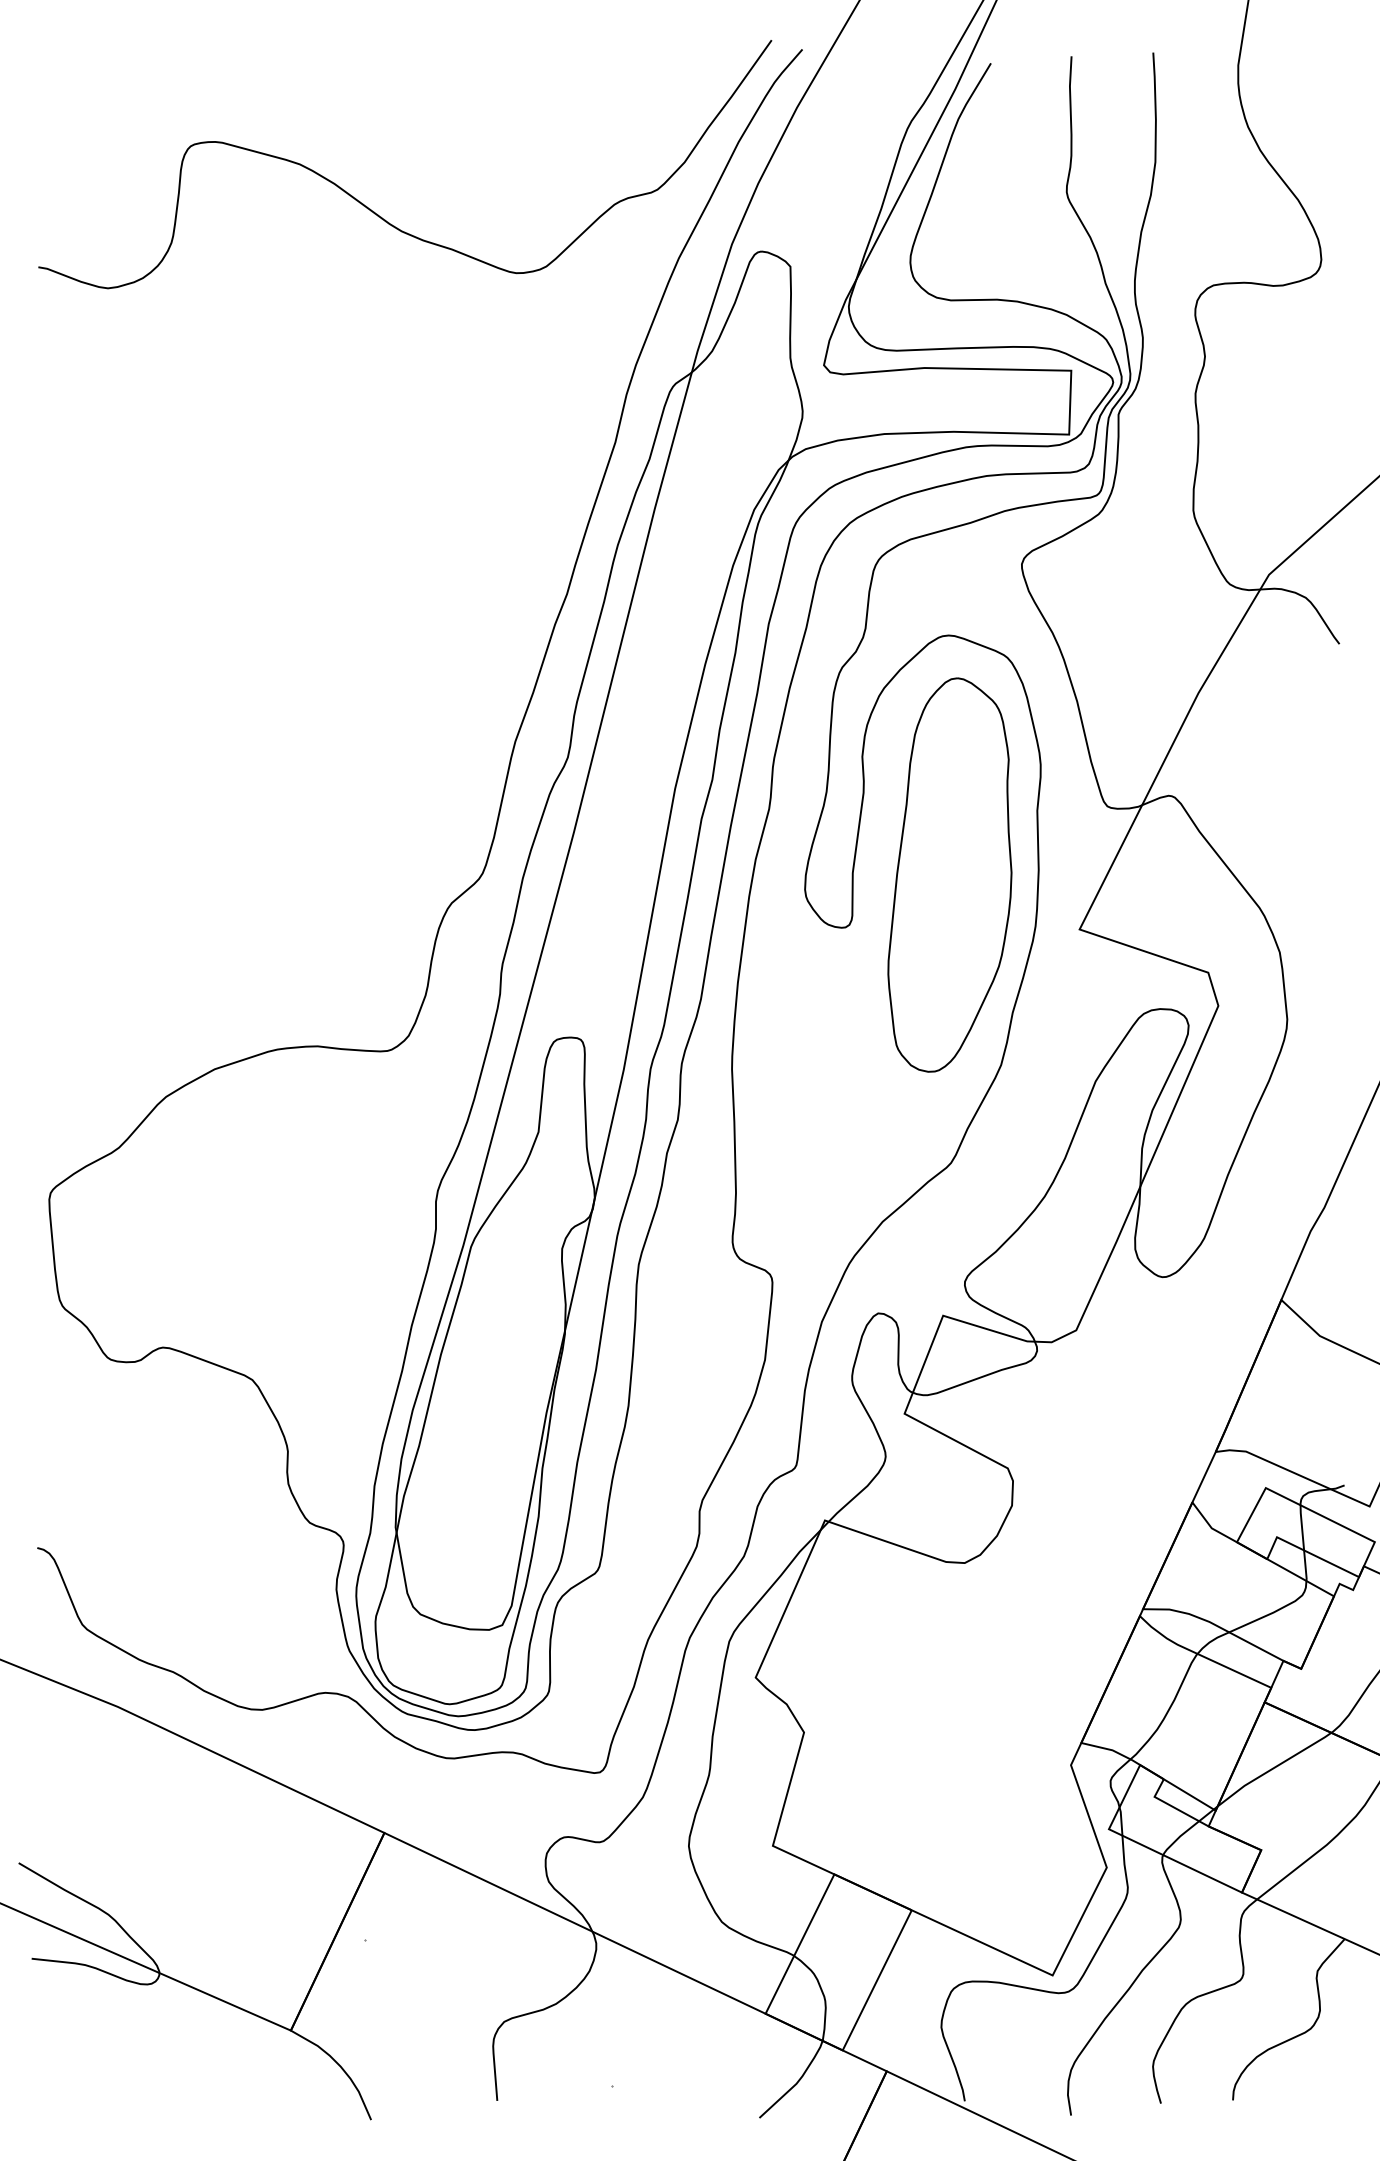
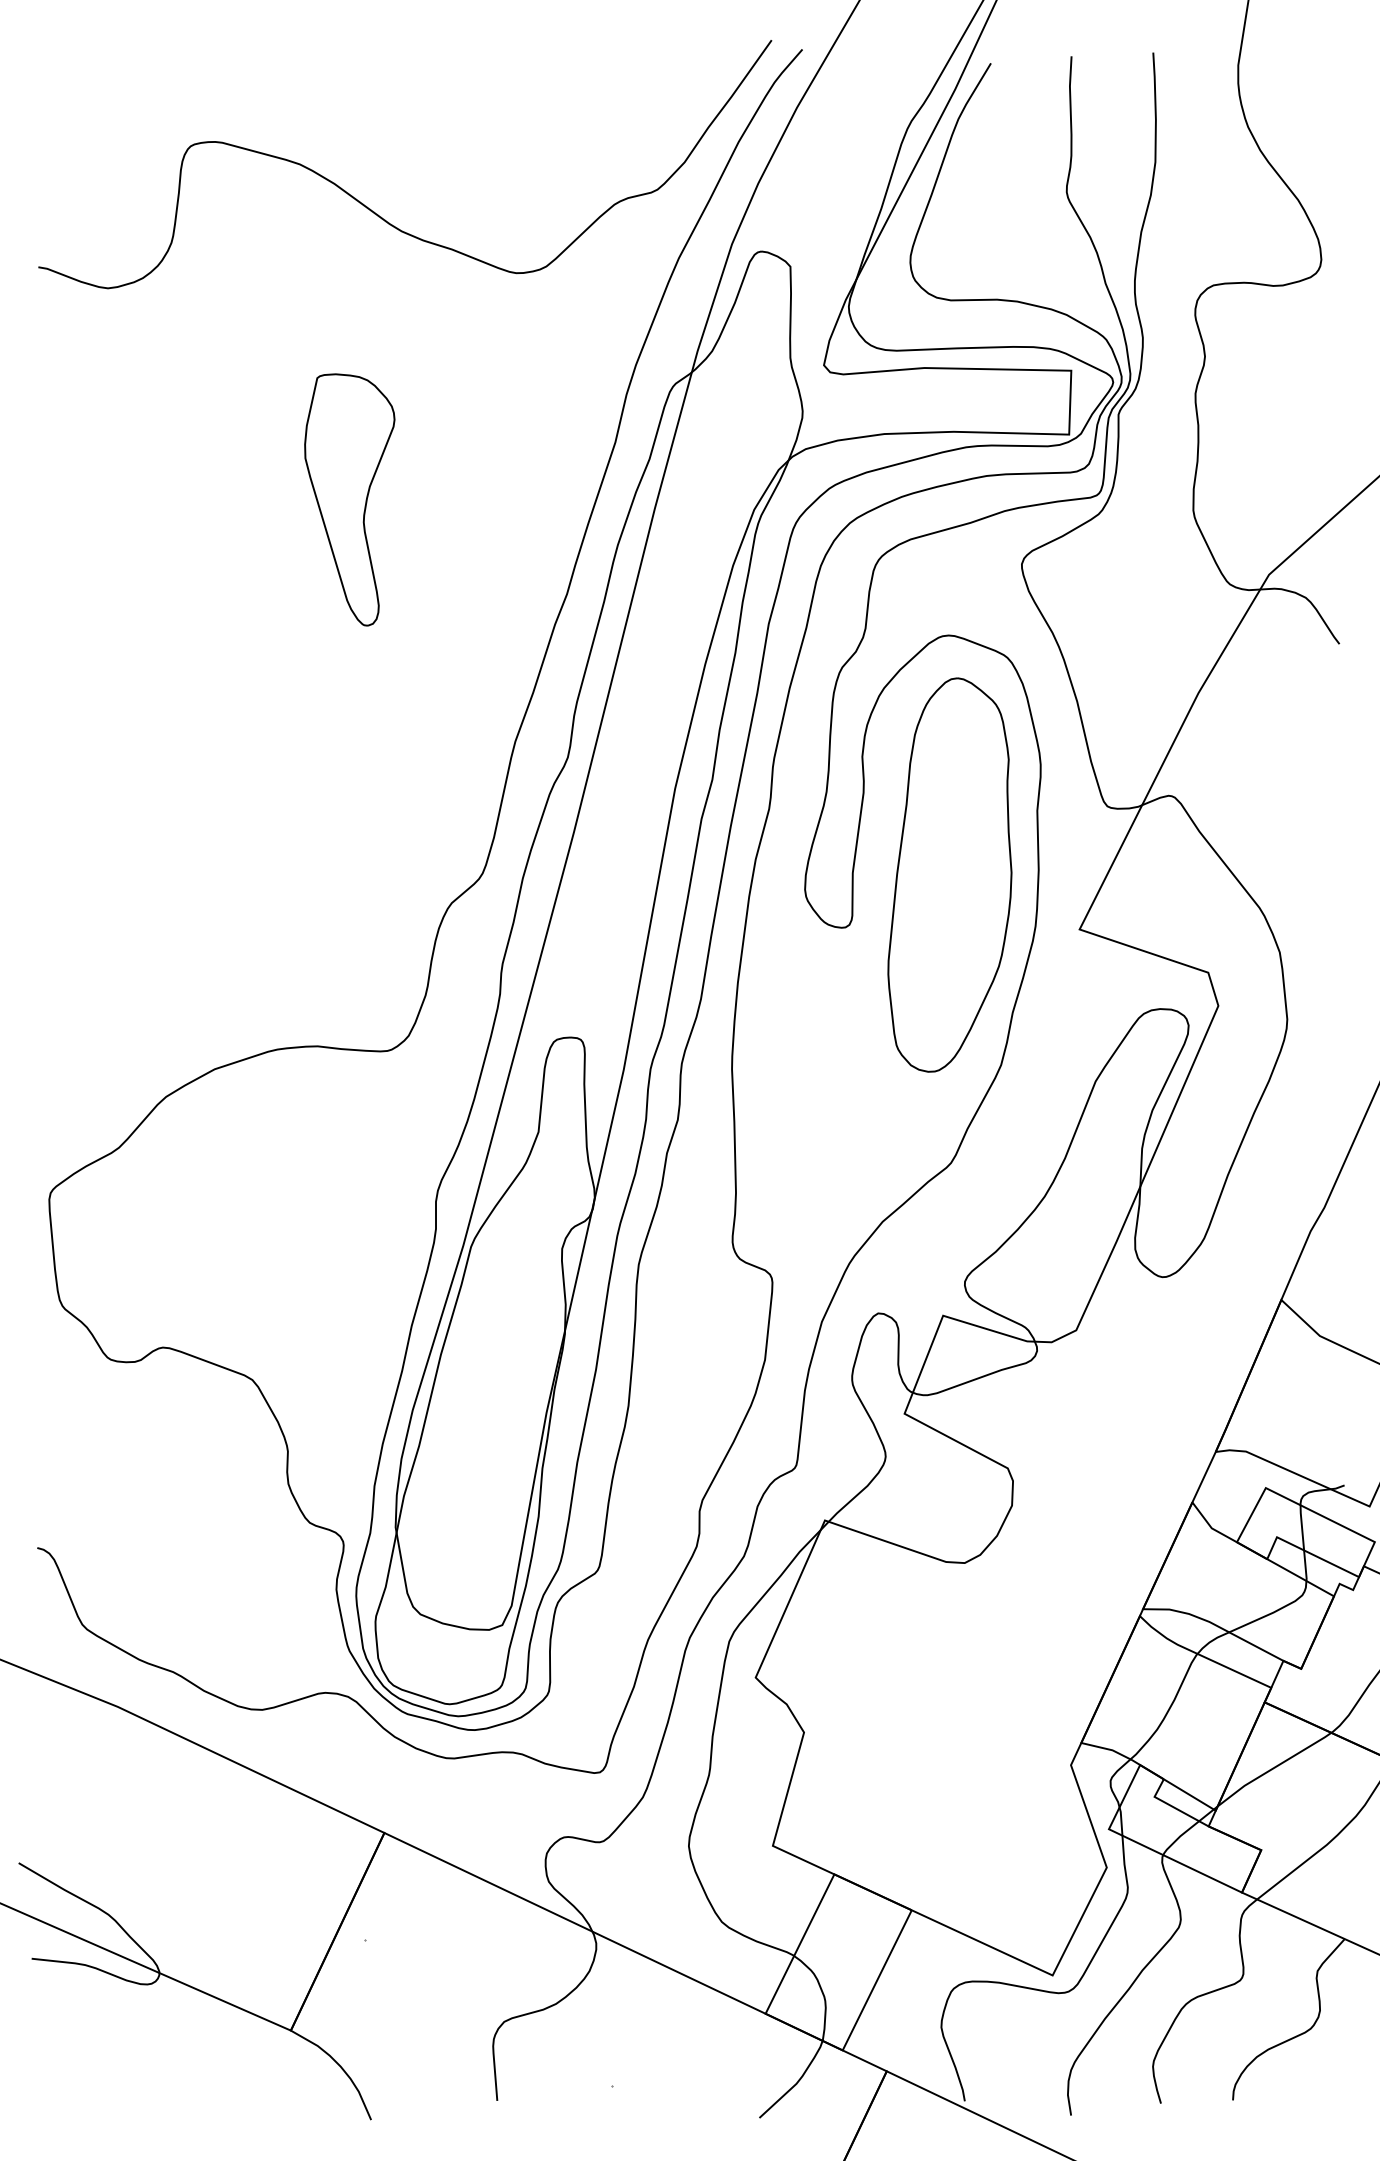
part at (349, 499): none -> present
